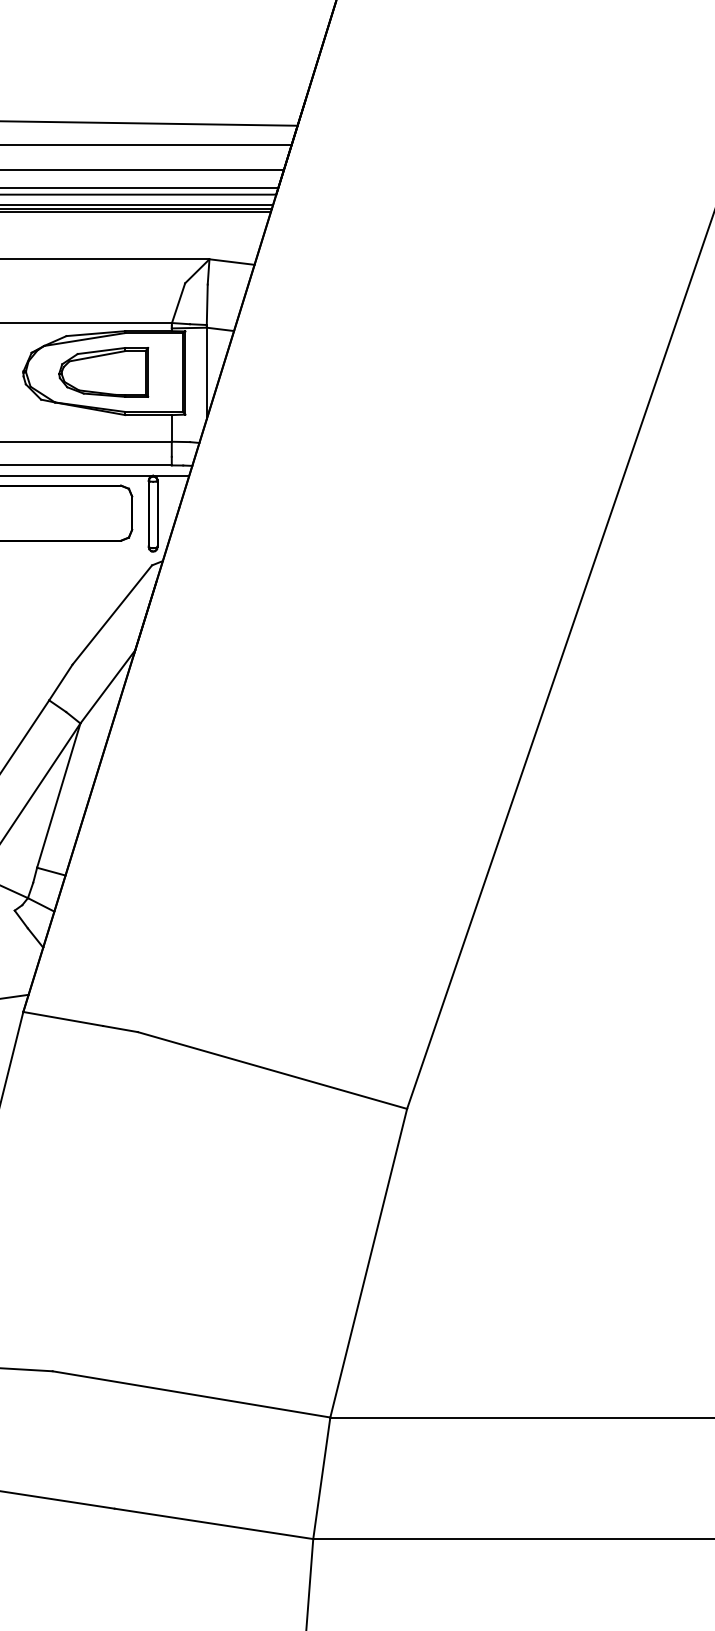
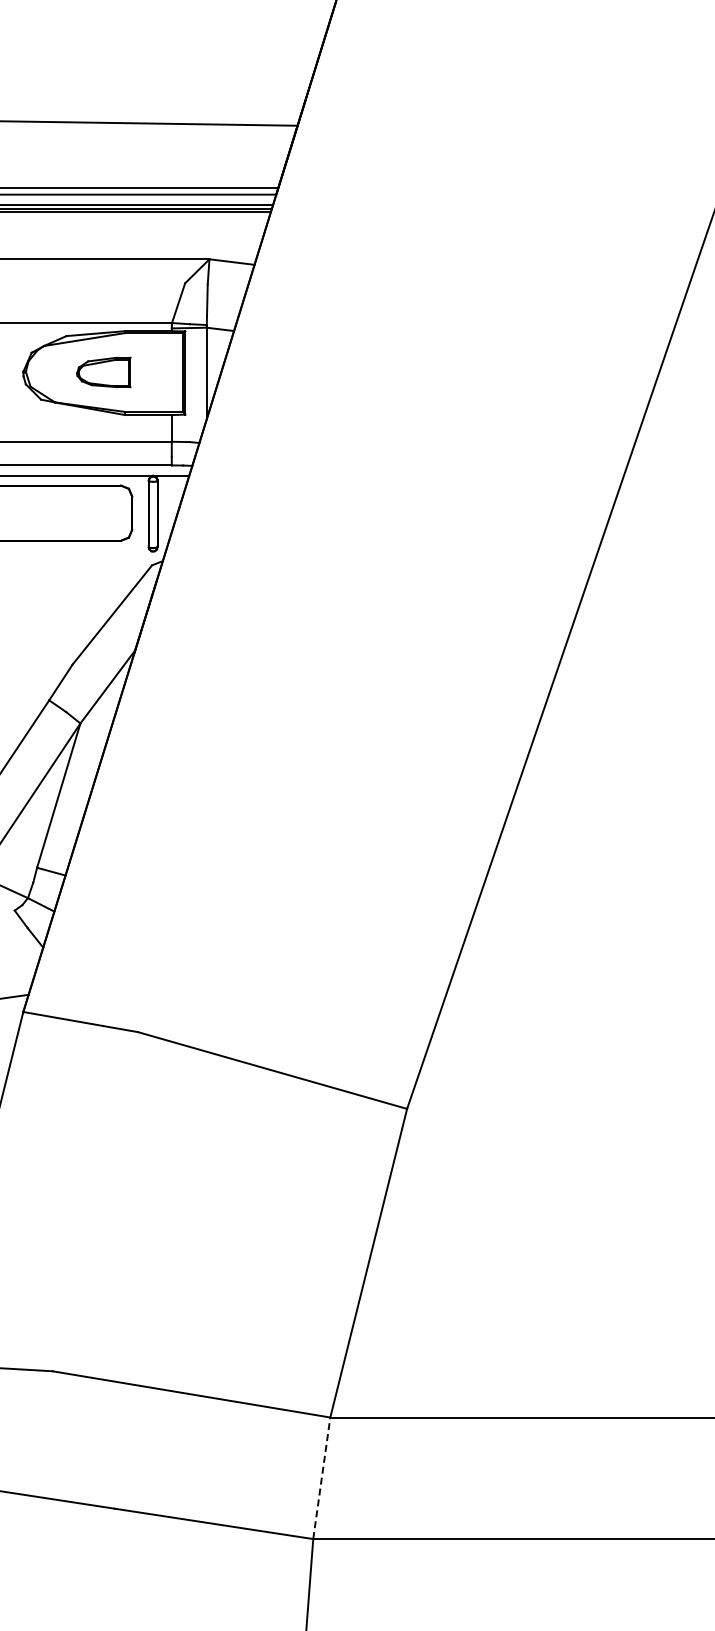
line at (146, 145): present -> none
line at (142, 170): present -> none
part at (103, 372) size: 92x51 px -> 56x33 px
line at (321, 1477): solid -> dashed
